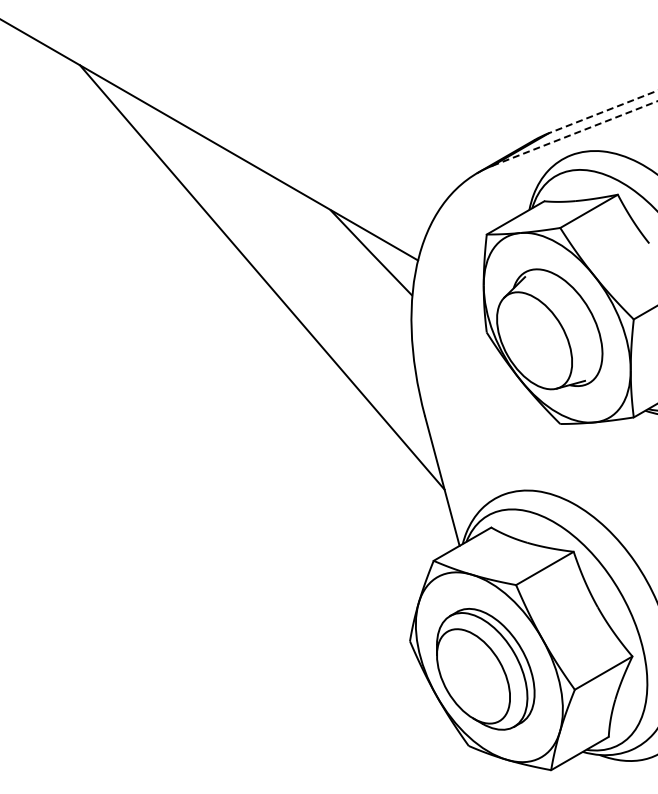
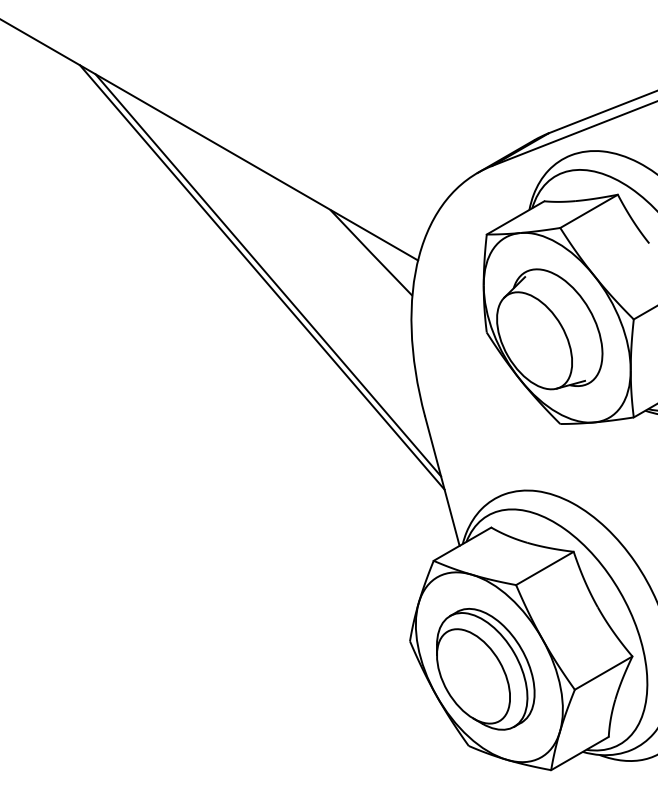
line at (602, 112): dashed -> solid
line at (574, 133): dashed -> solid
line at (268, 275): none -> present
